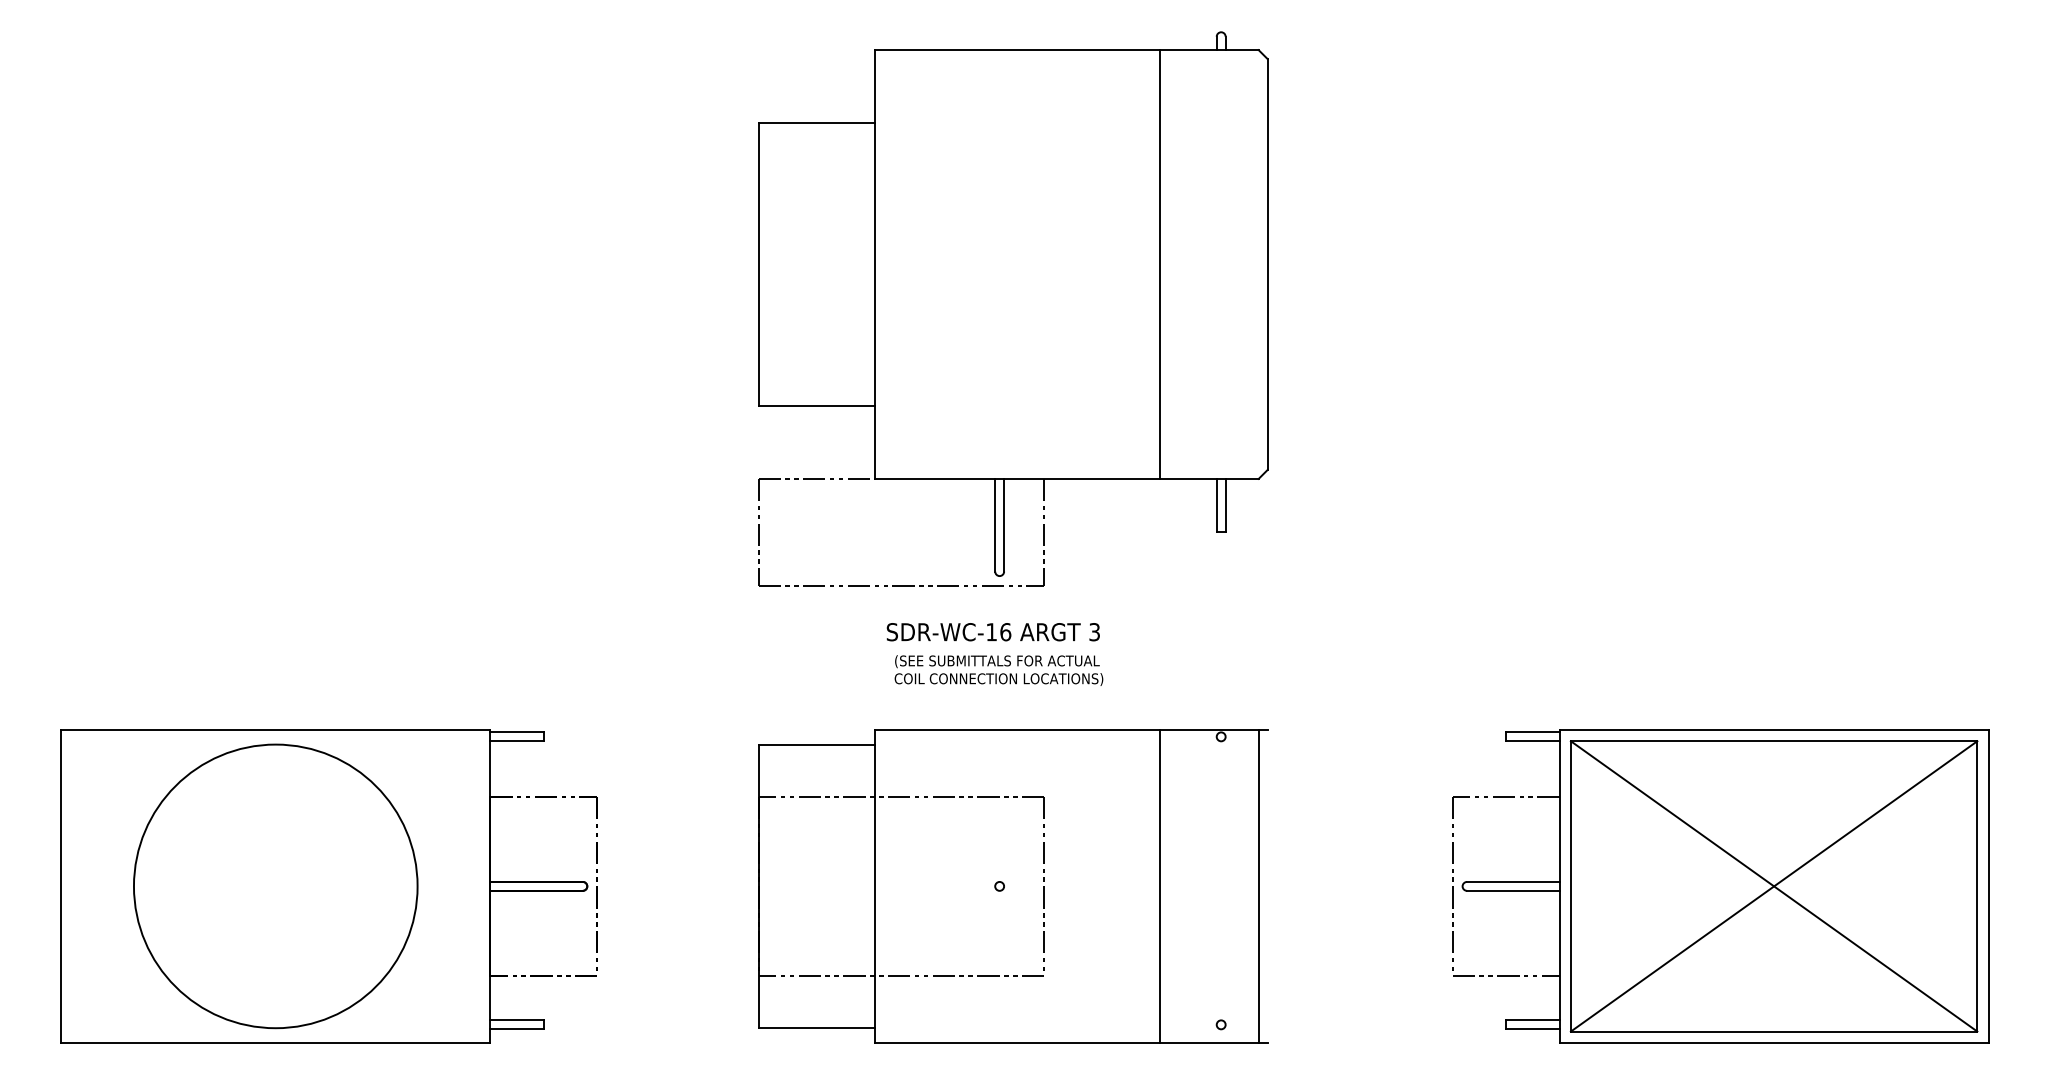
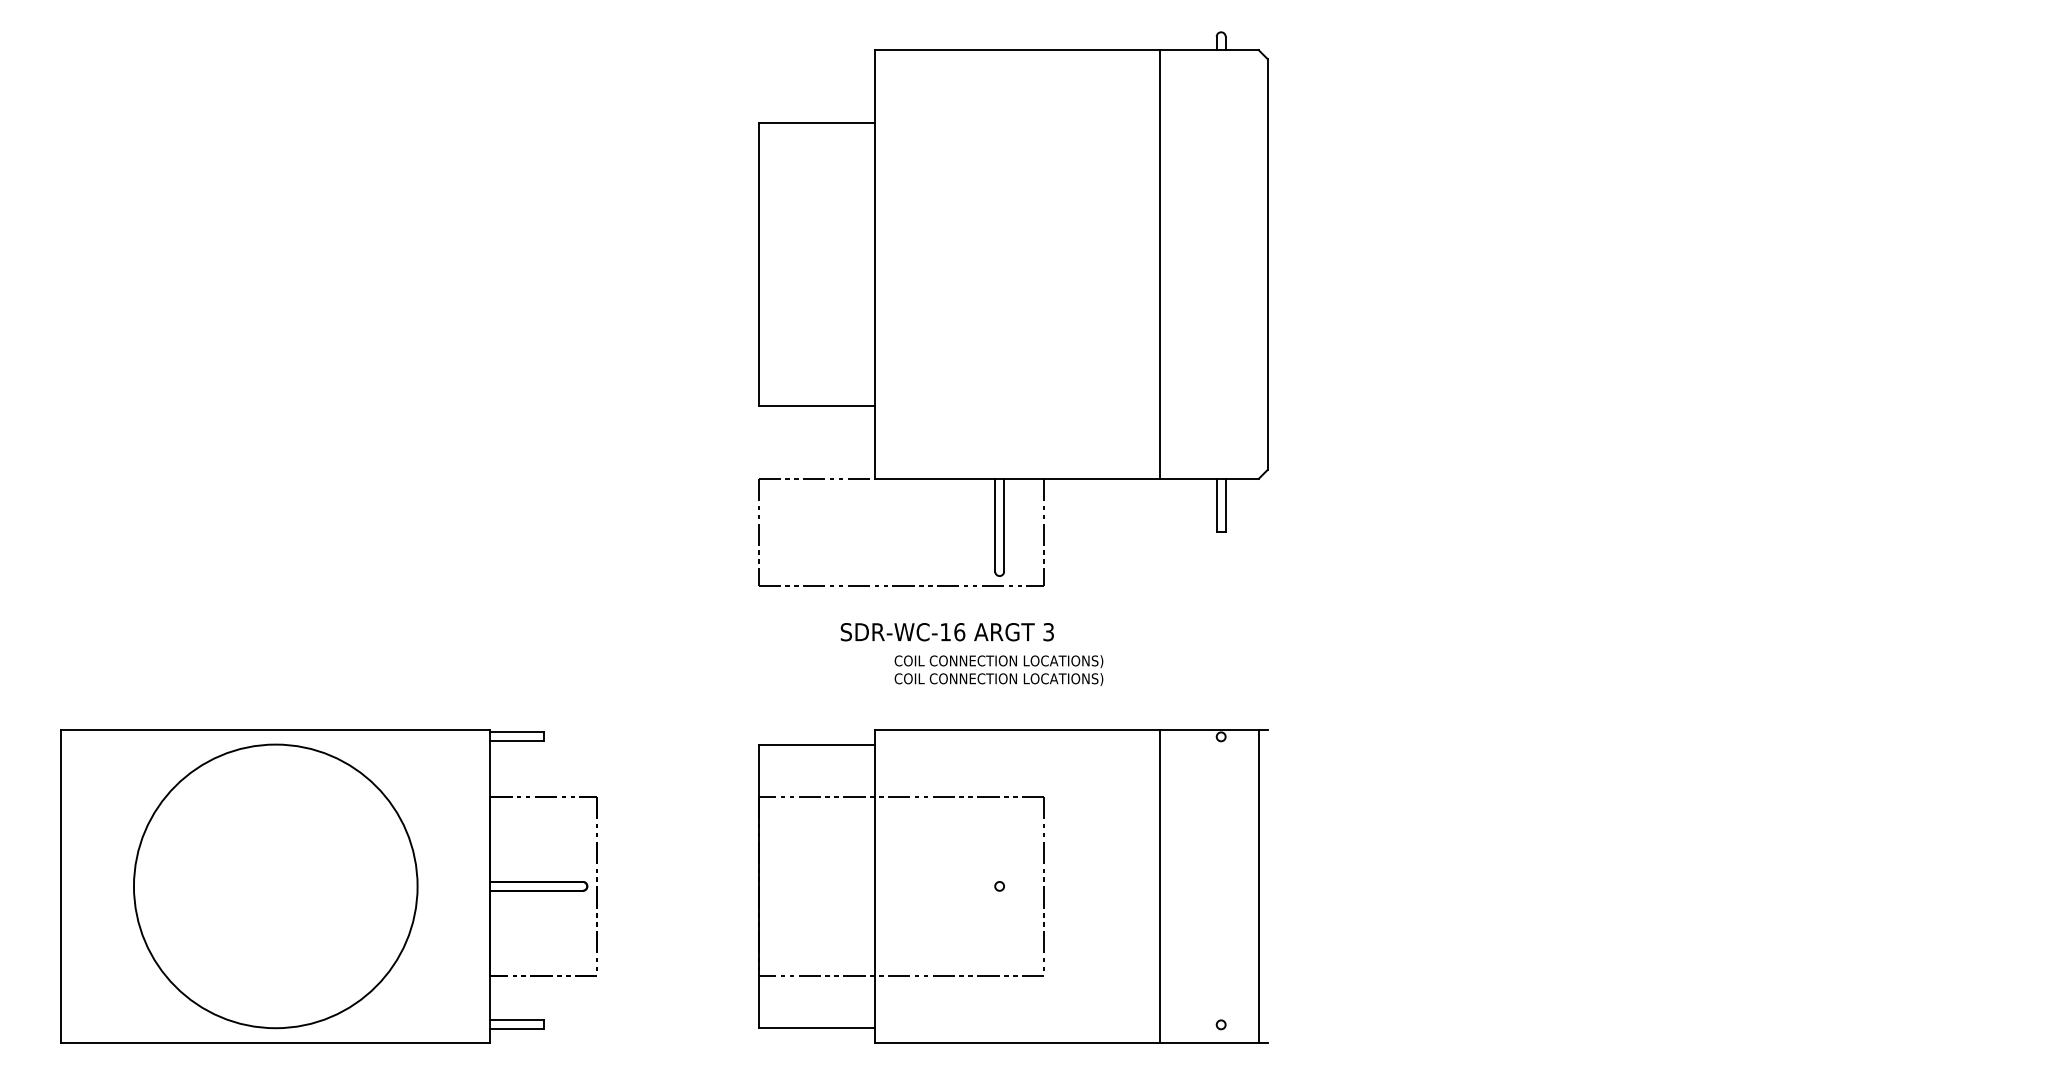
text at (992, 632) position: (992, 632) -> (946, 632)
text at (998, 661): (SEE SUBMITTALS FOR ACTUAL -> COIL CONNECTION LOCATIONS)
part at (1720, 886): present -> none
